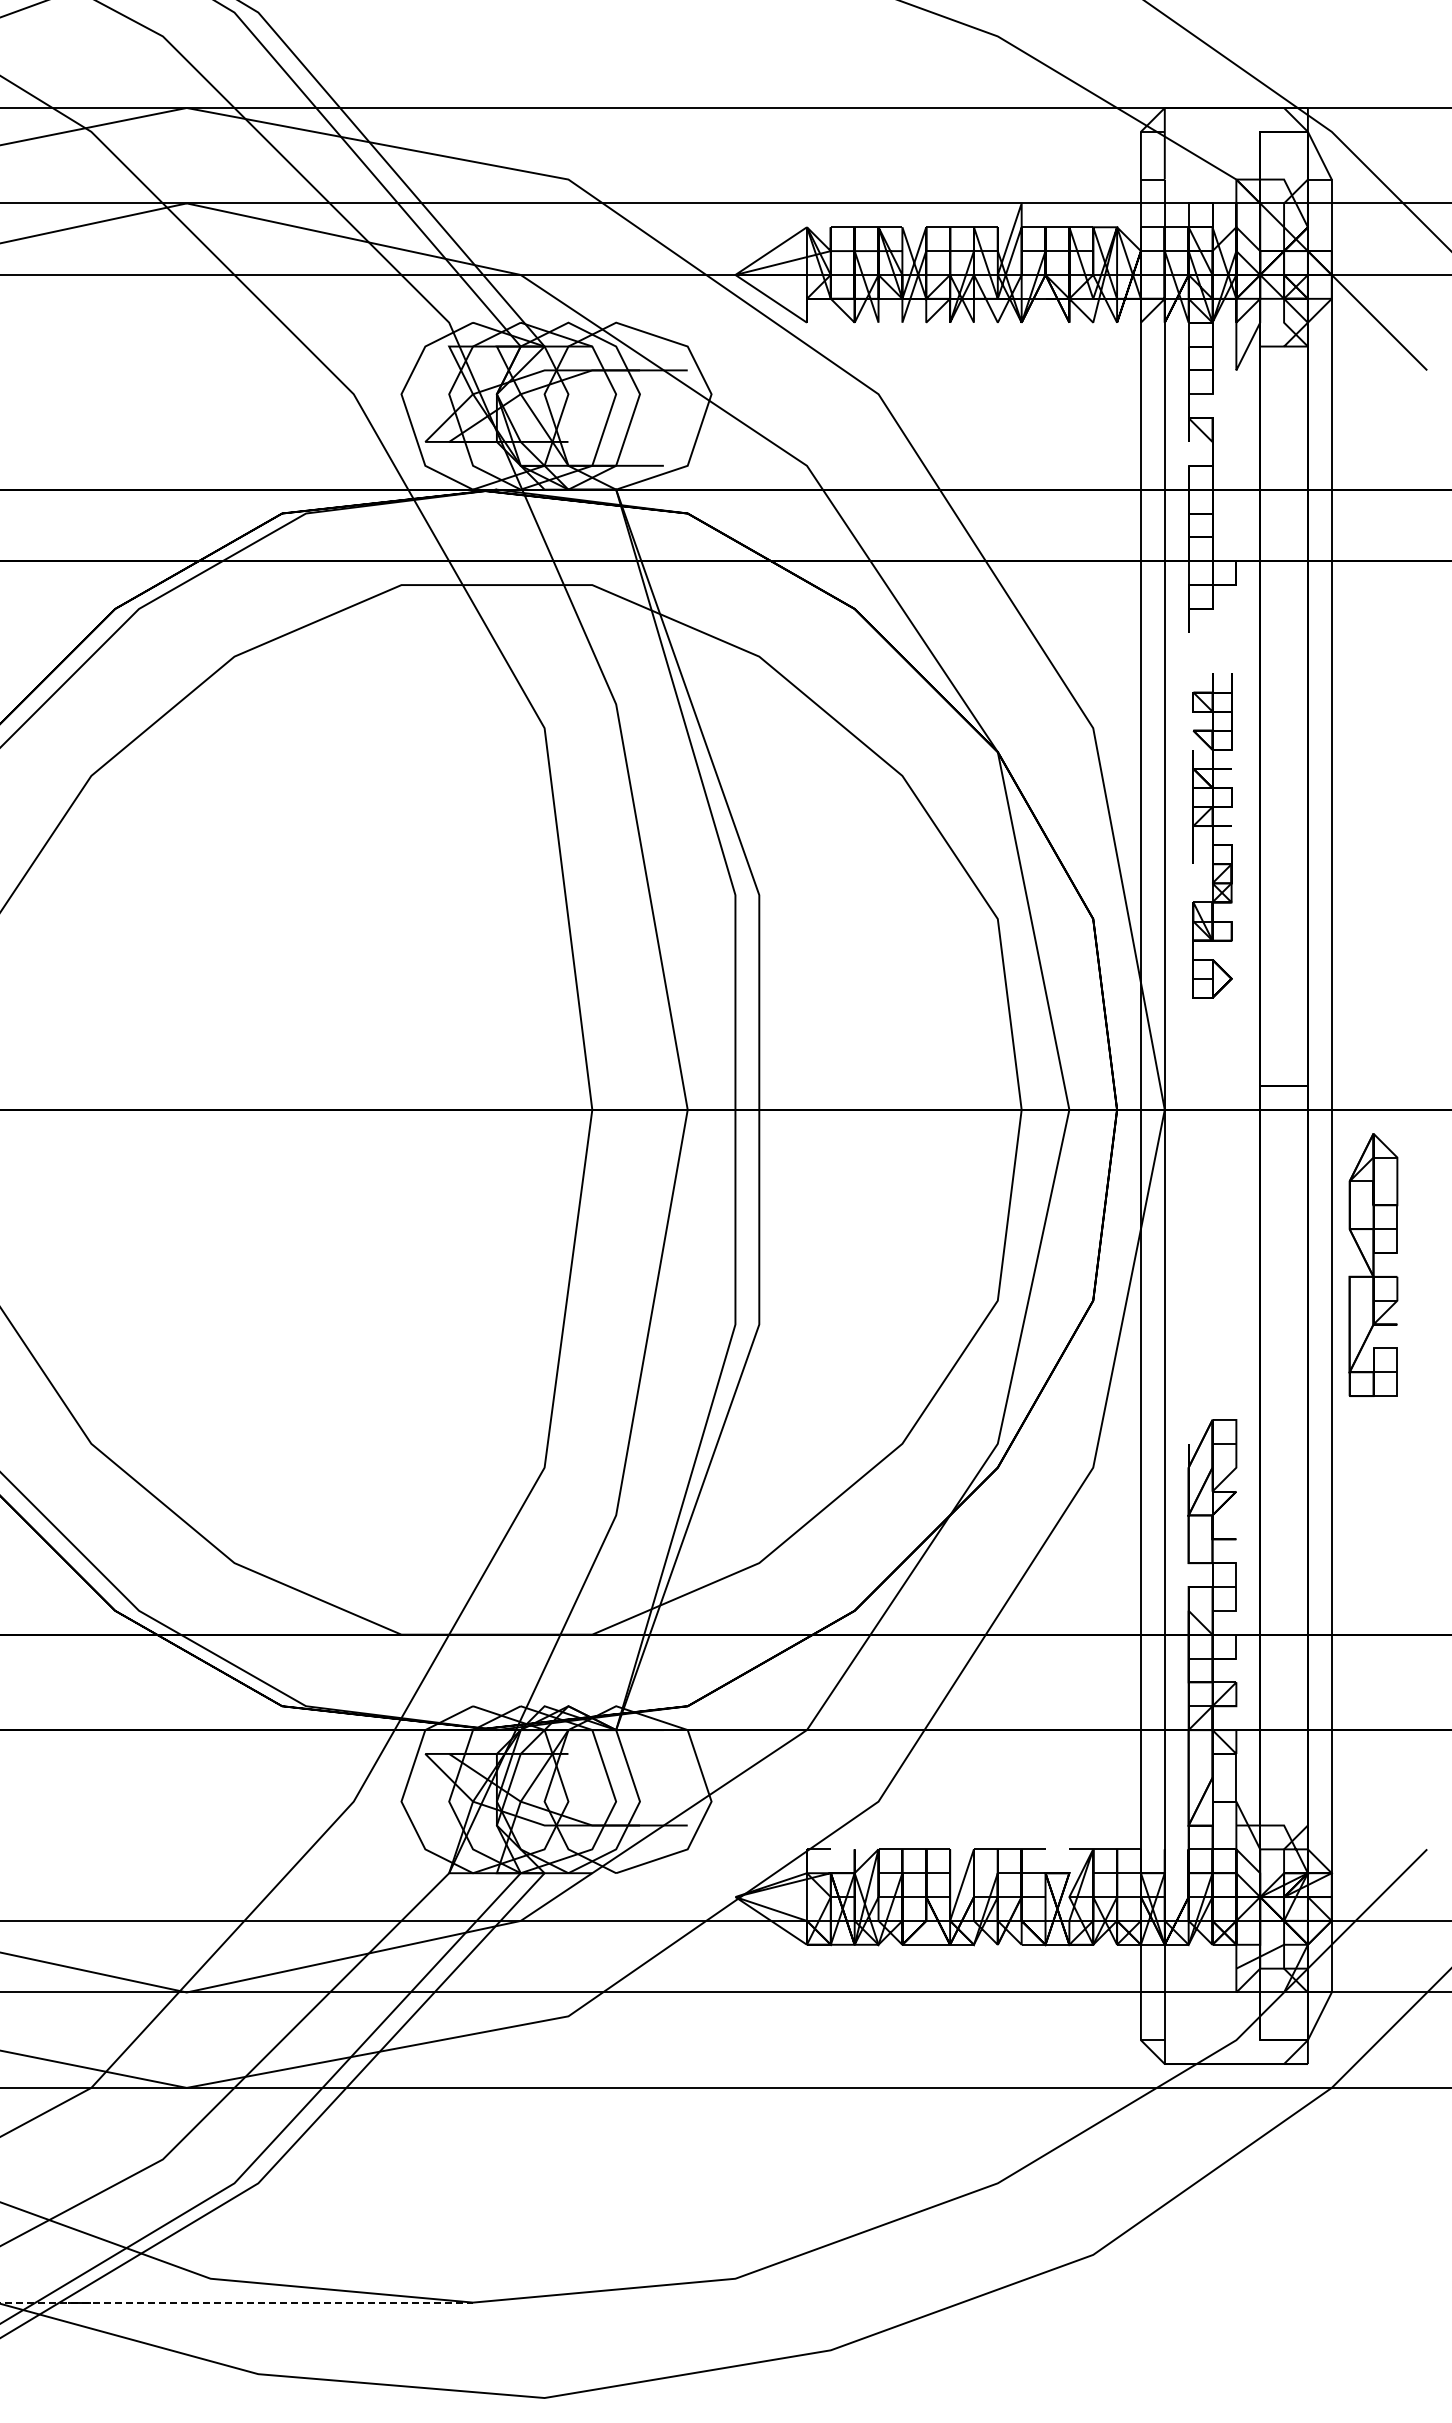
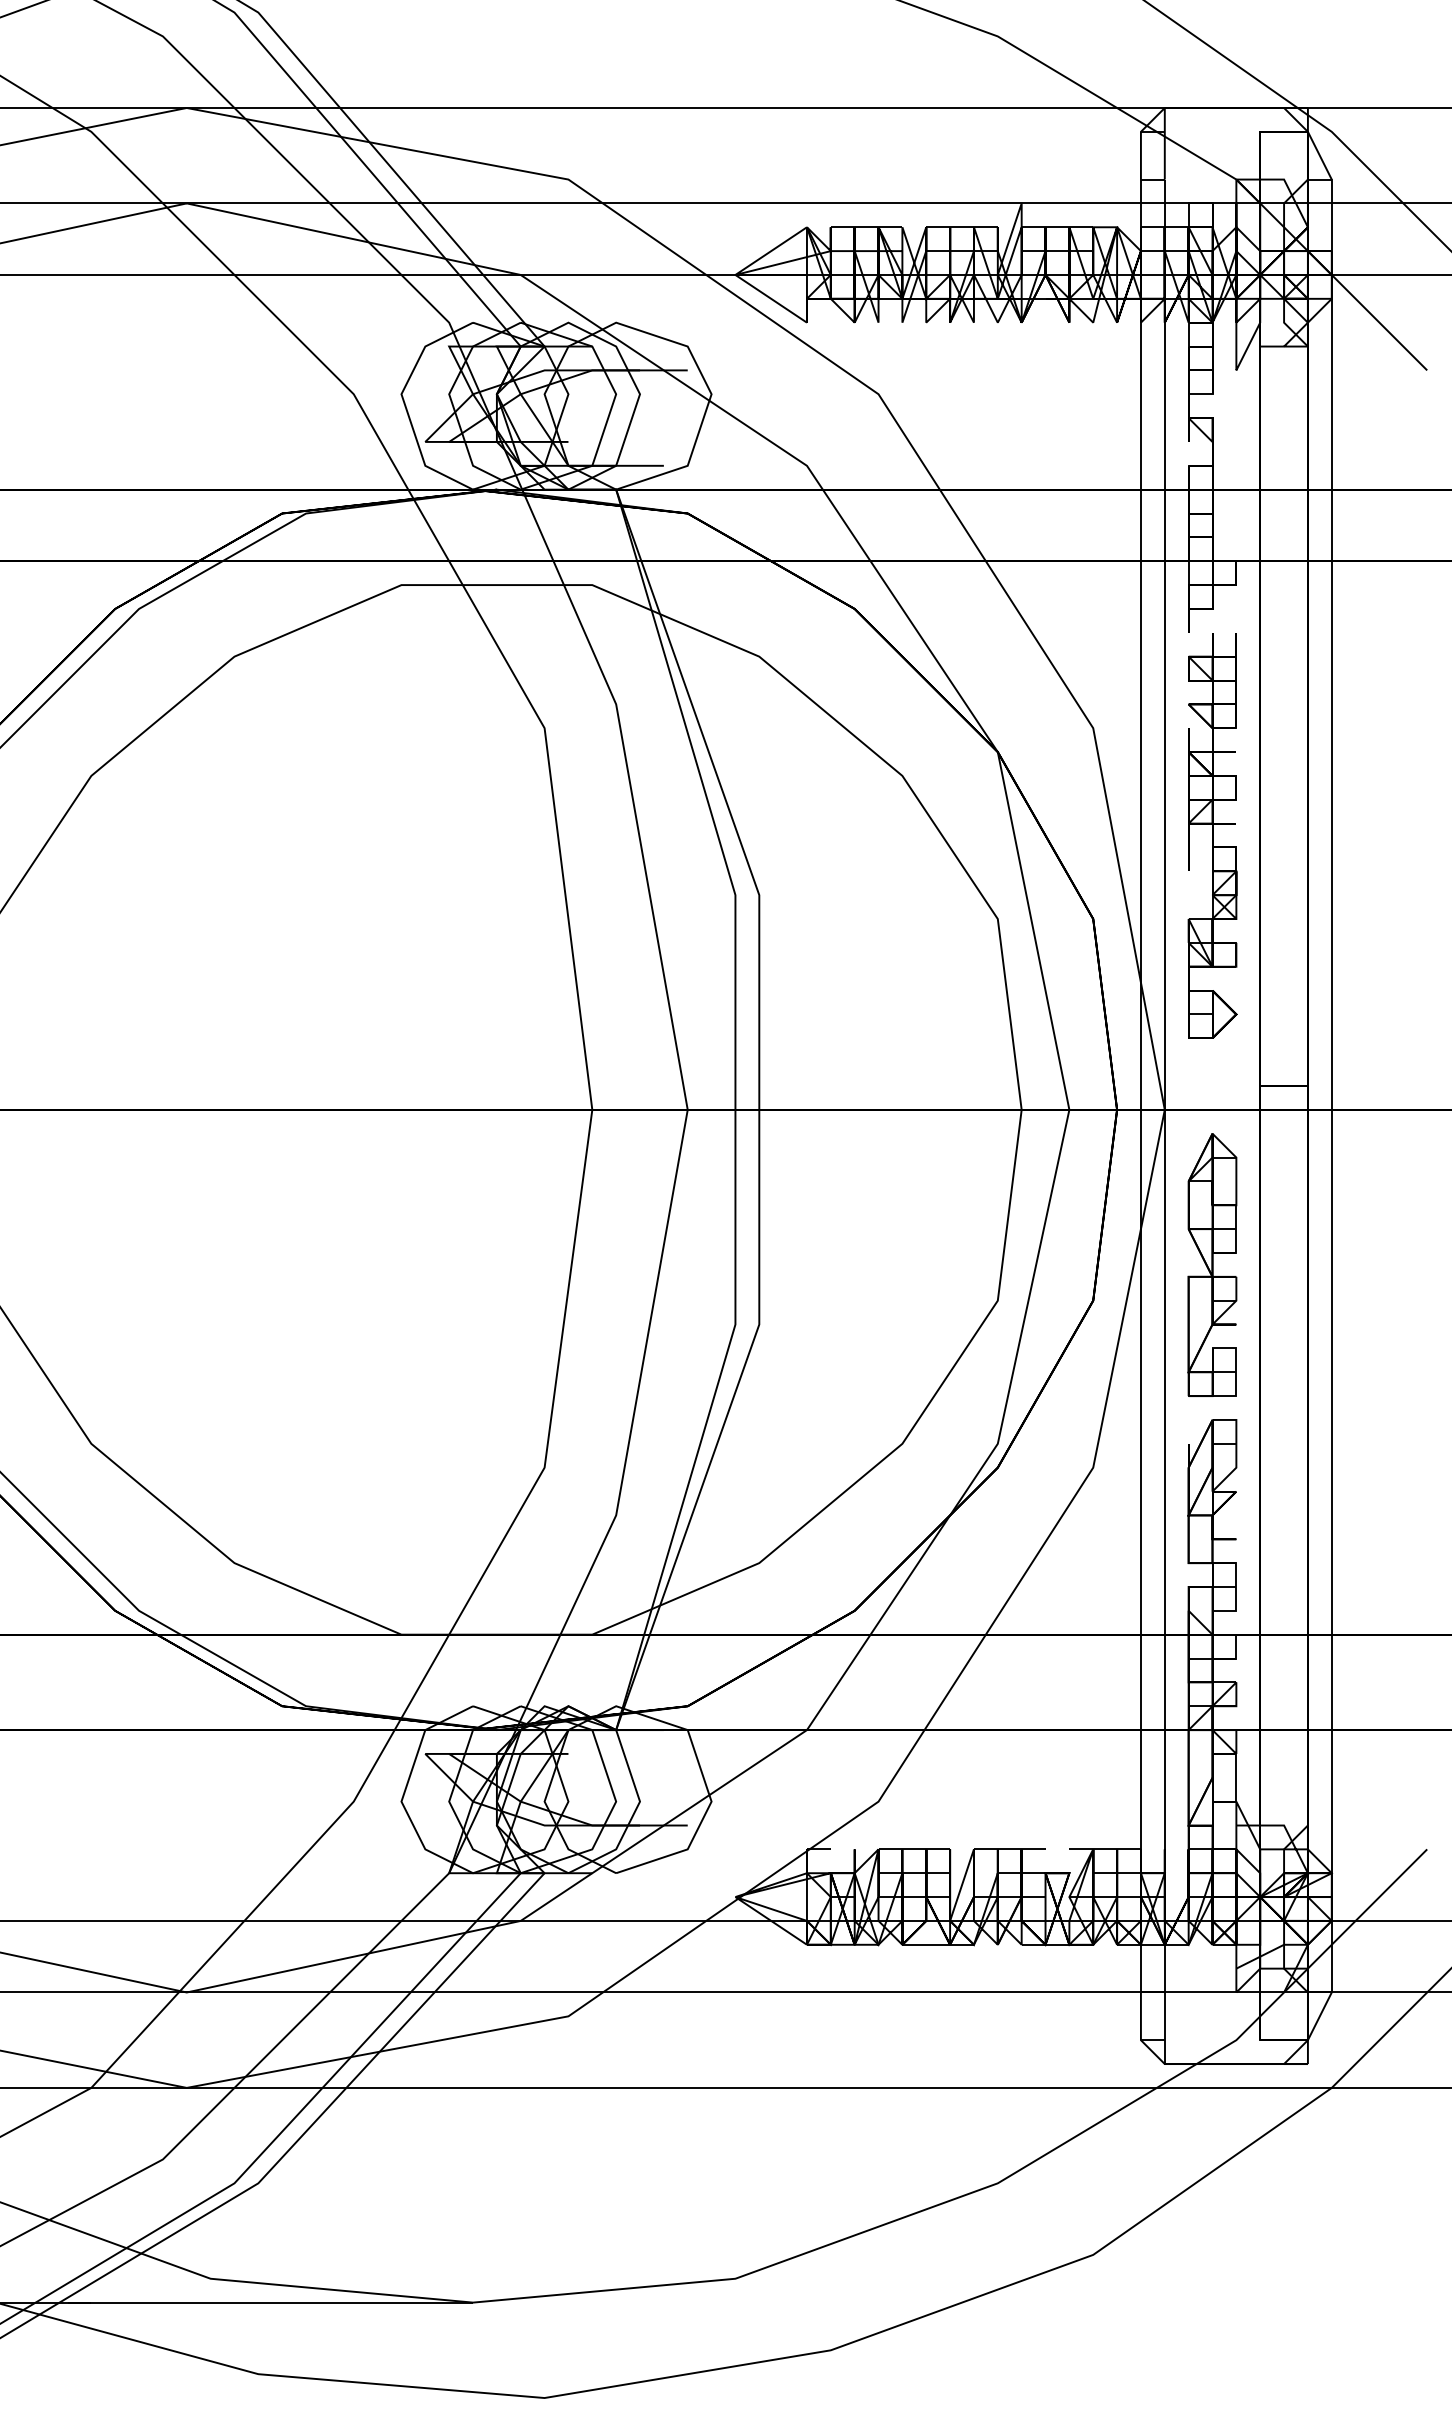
part at (1212, 835) size: 41x326 px -> 51x406 px
part at (1373, 1264) position: (1373, 1264) -> (1212, 1264)
line at (237, 2302): dashed -> solid
